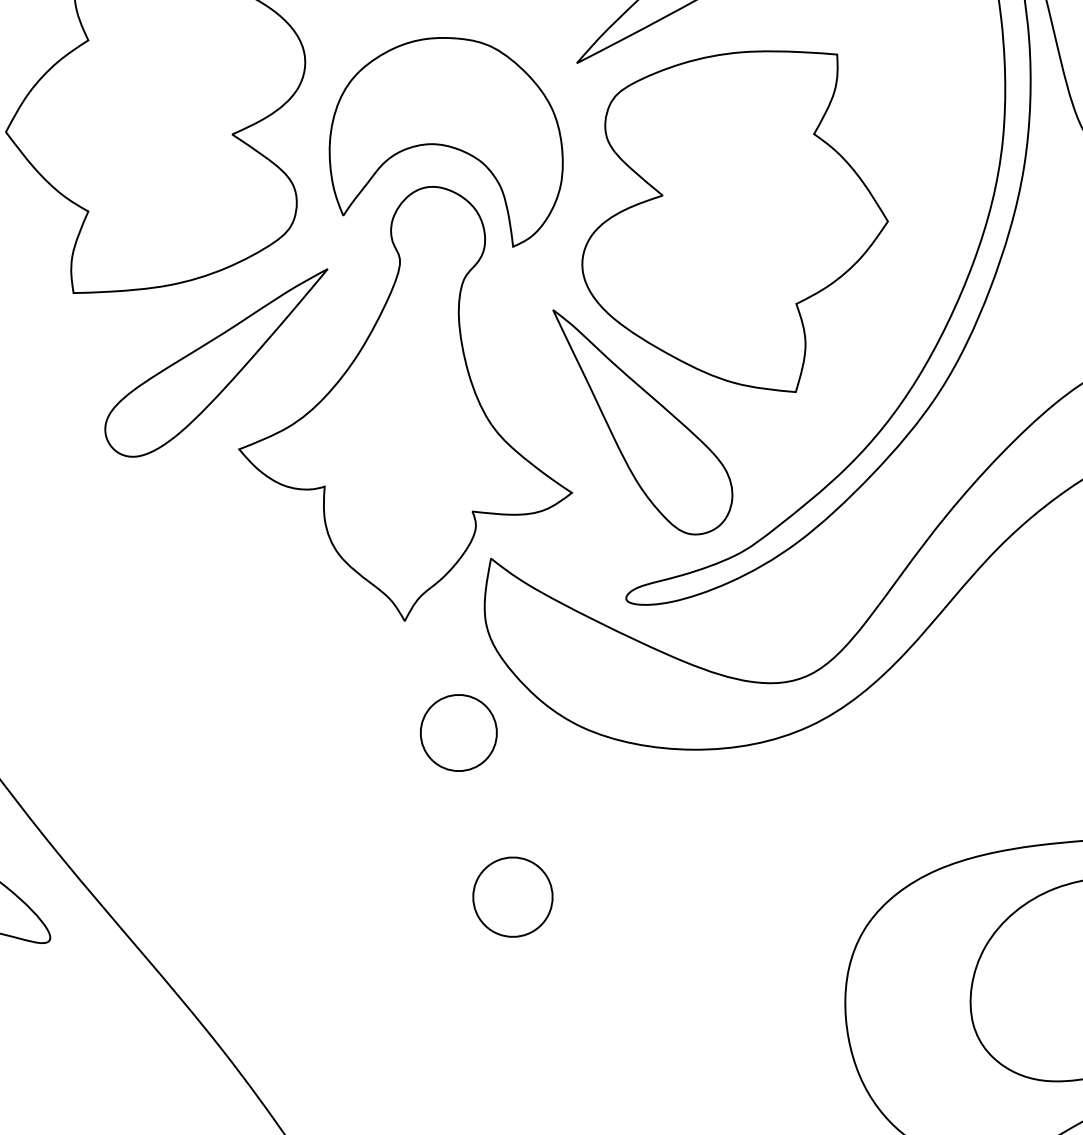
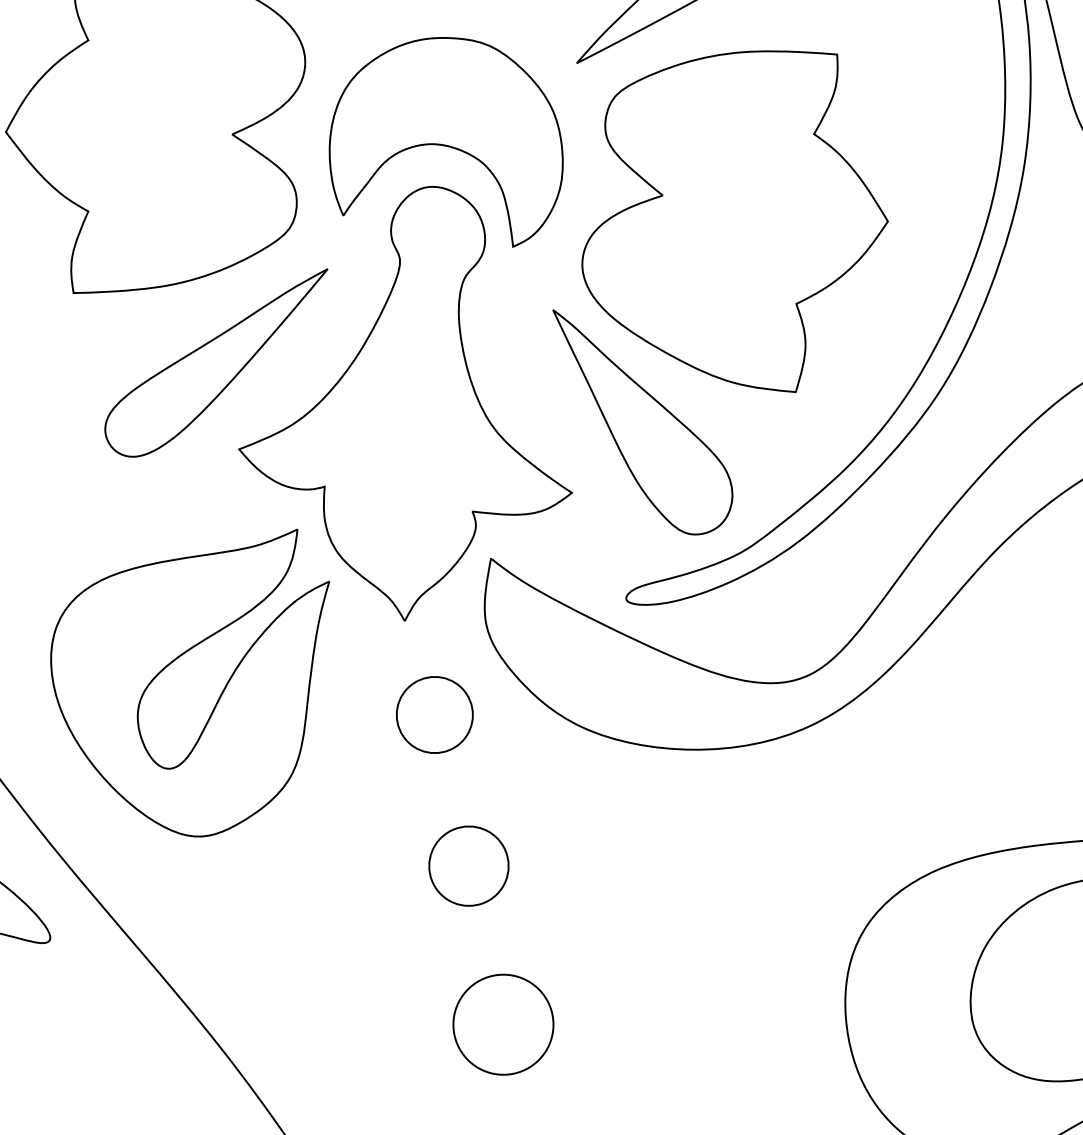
part at (173, 662): none -> present
part at (458, 732) position: (458, 732) -> (434, 714)
part at (512, 896) position: (512, 896) -> (468, 865)
part at (503, 1024): none -> present
